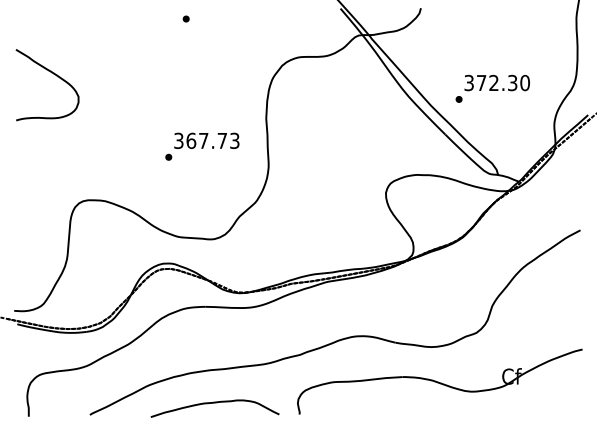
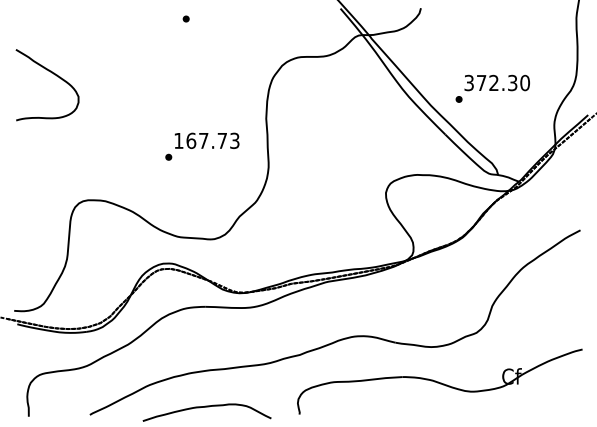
text at (178, 140): 367.73 -> 167.73
curve at (214, 403) position: (214, 403) -> (206, 407)
